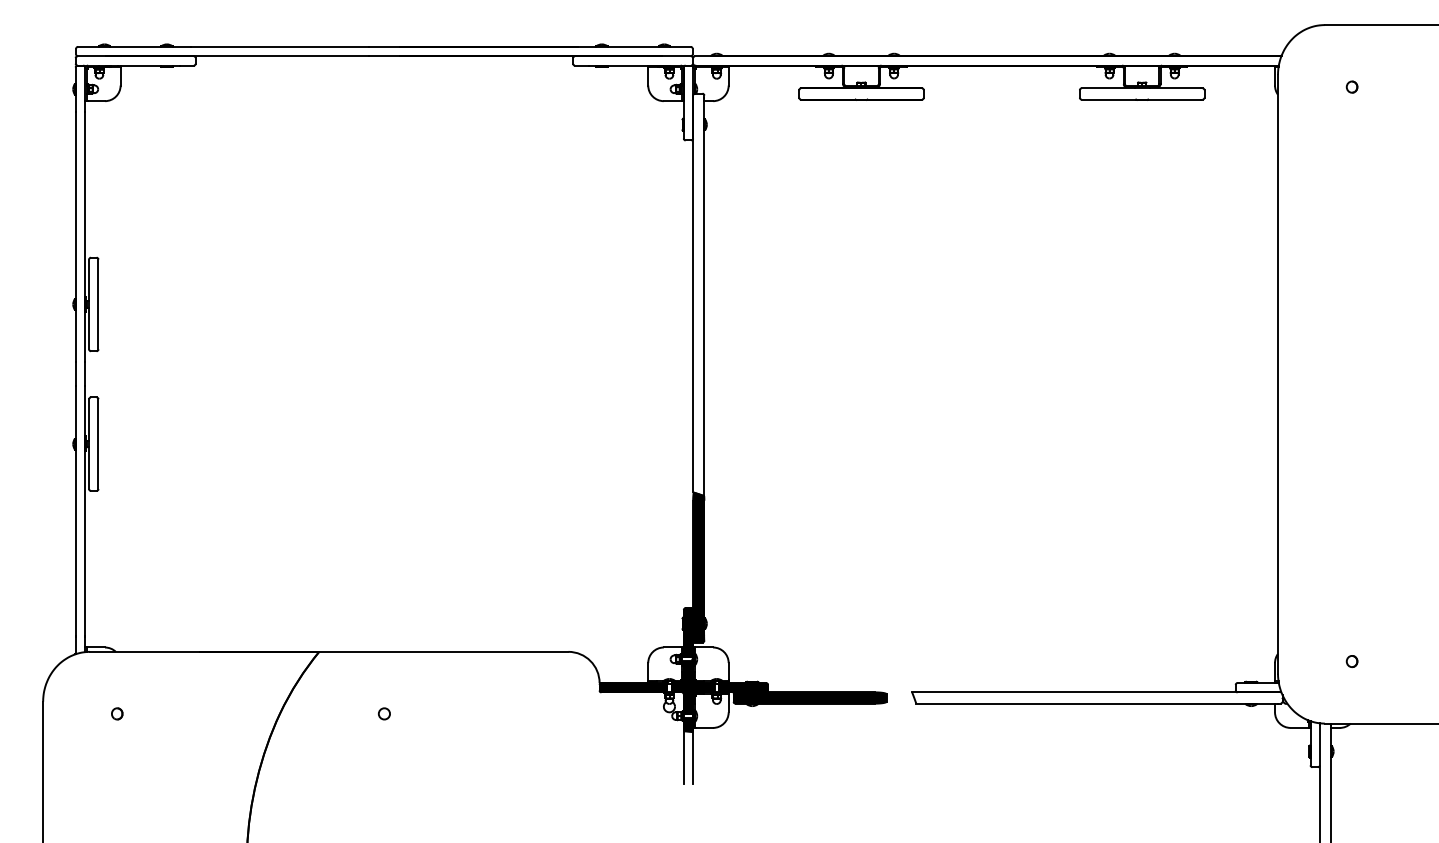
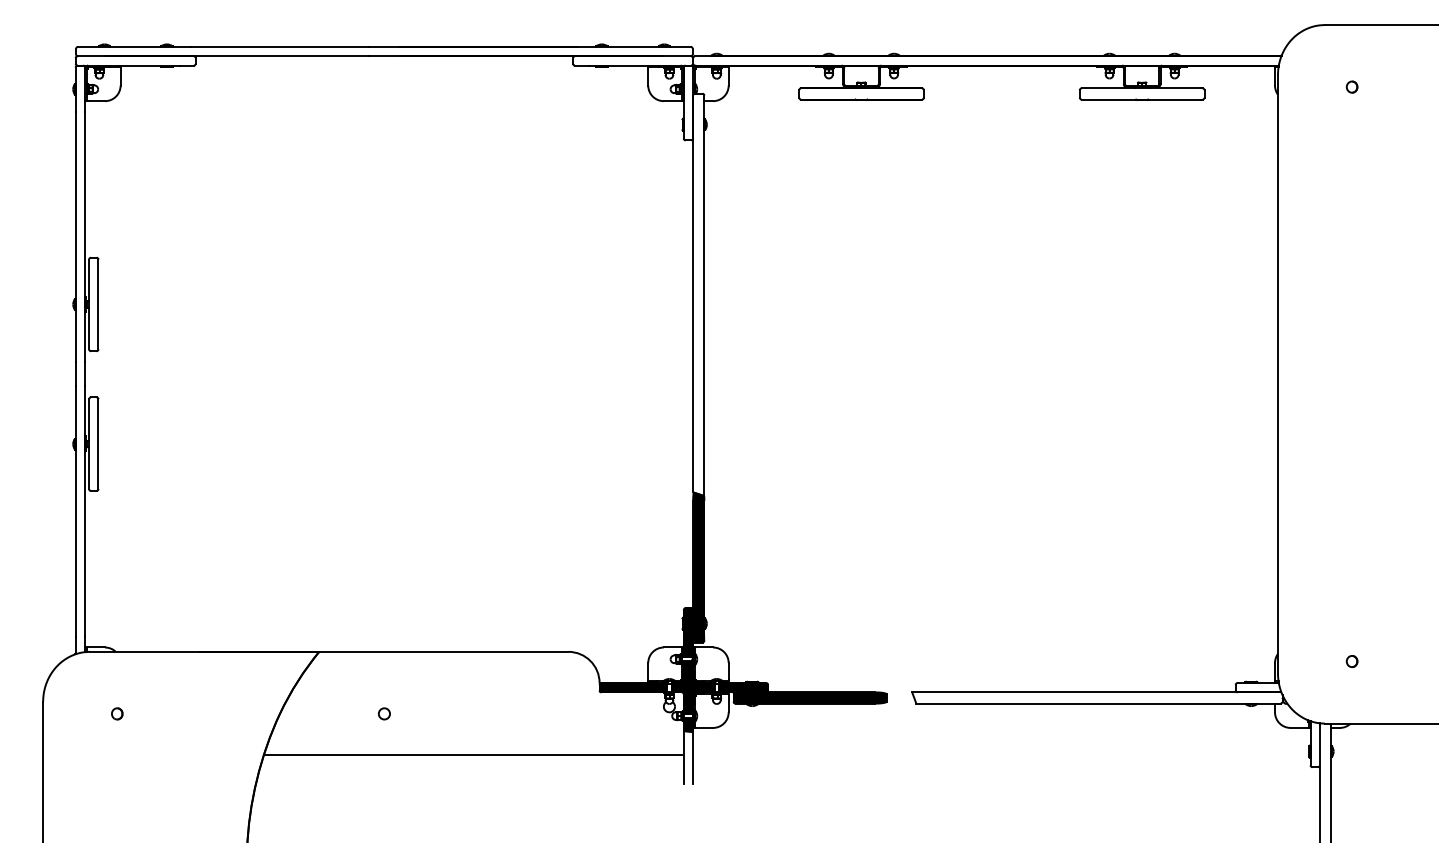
line at (472, 754): none -> present
